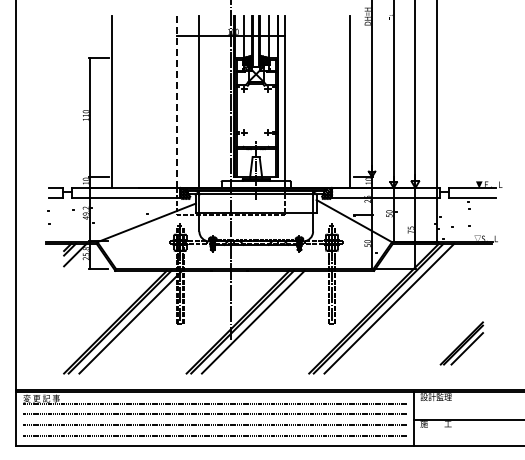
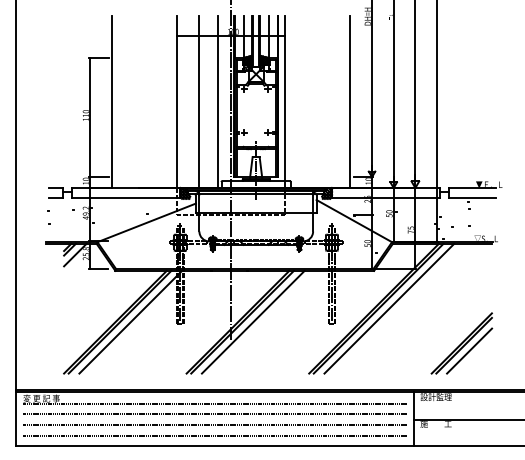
line at (177, 102): dashed -> solid
line at (218, 102): none -> present
part at (461, 343) size: 46x45 px -> 64x63 px
